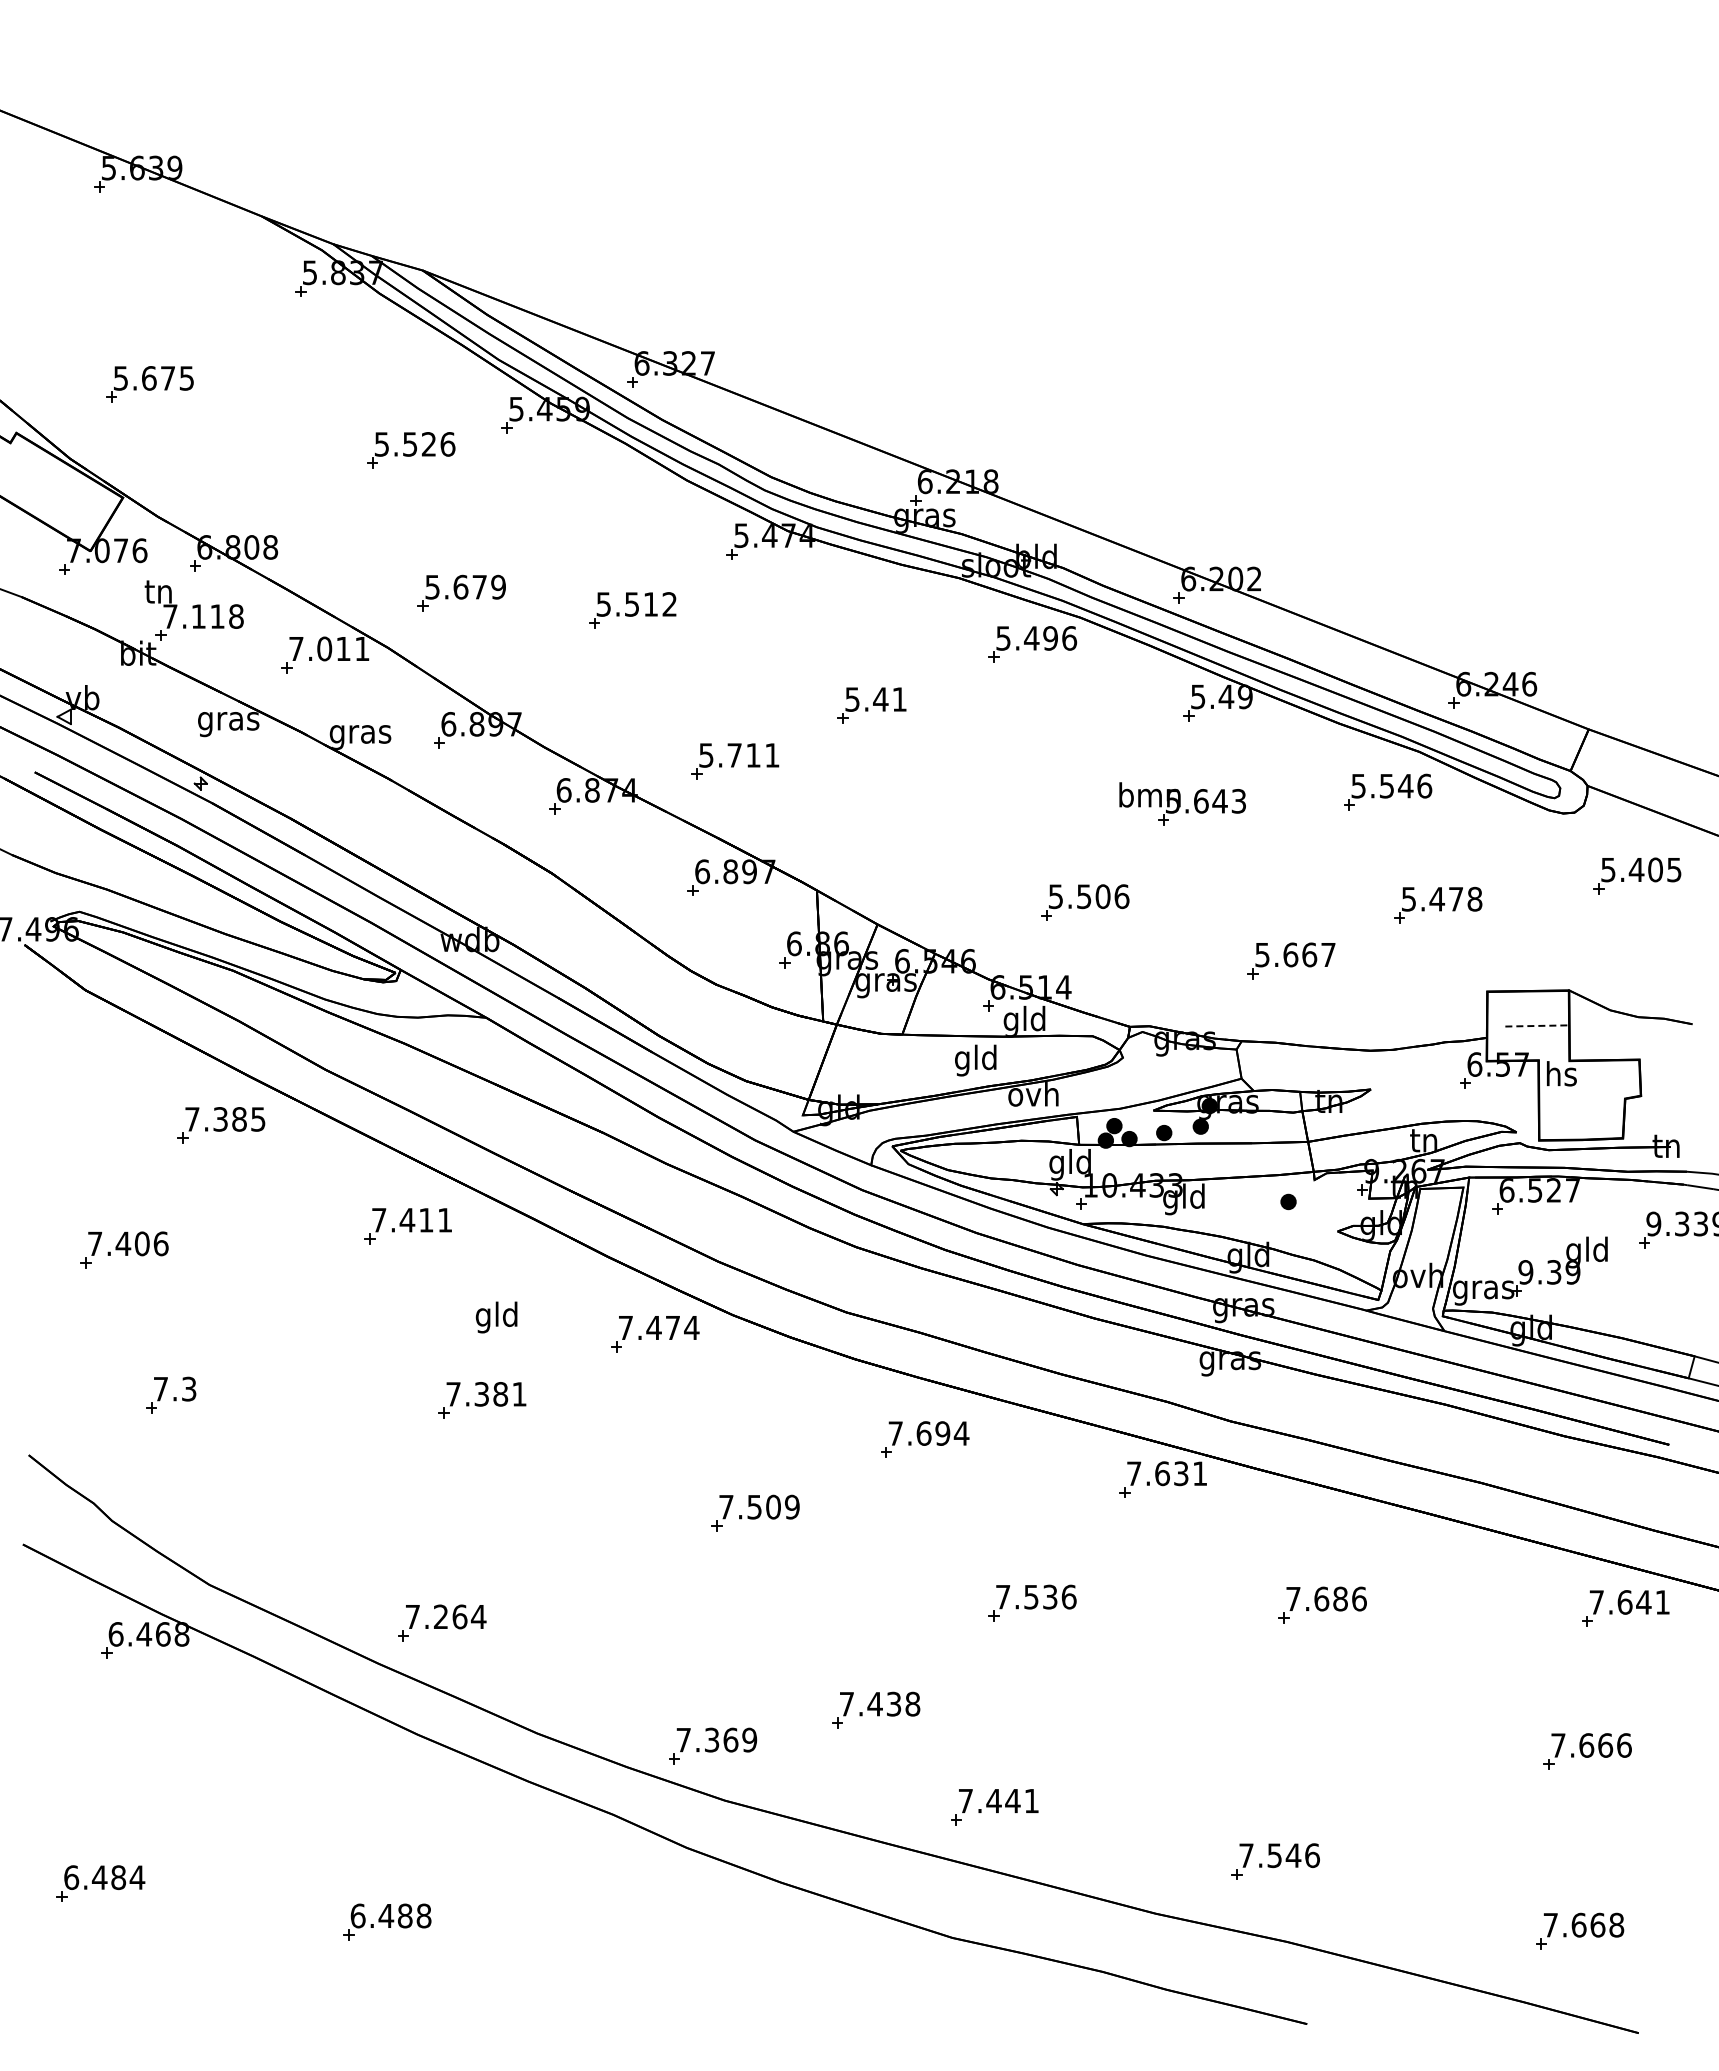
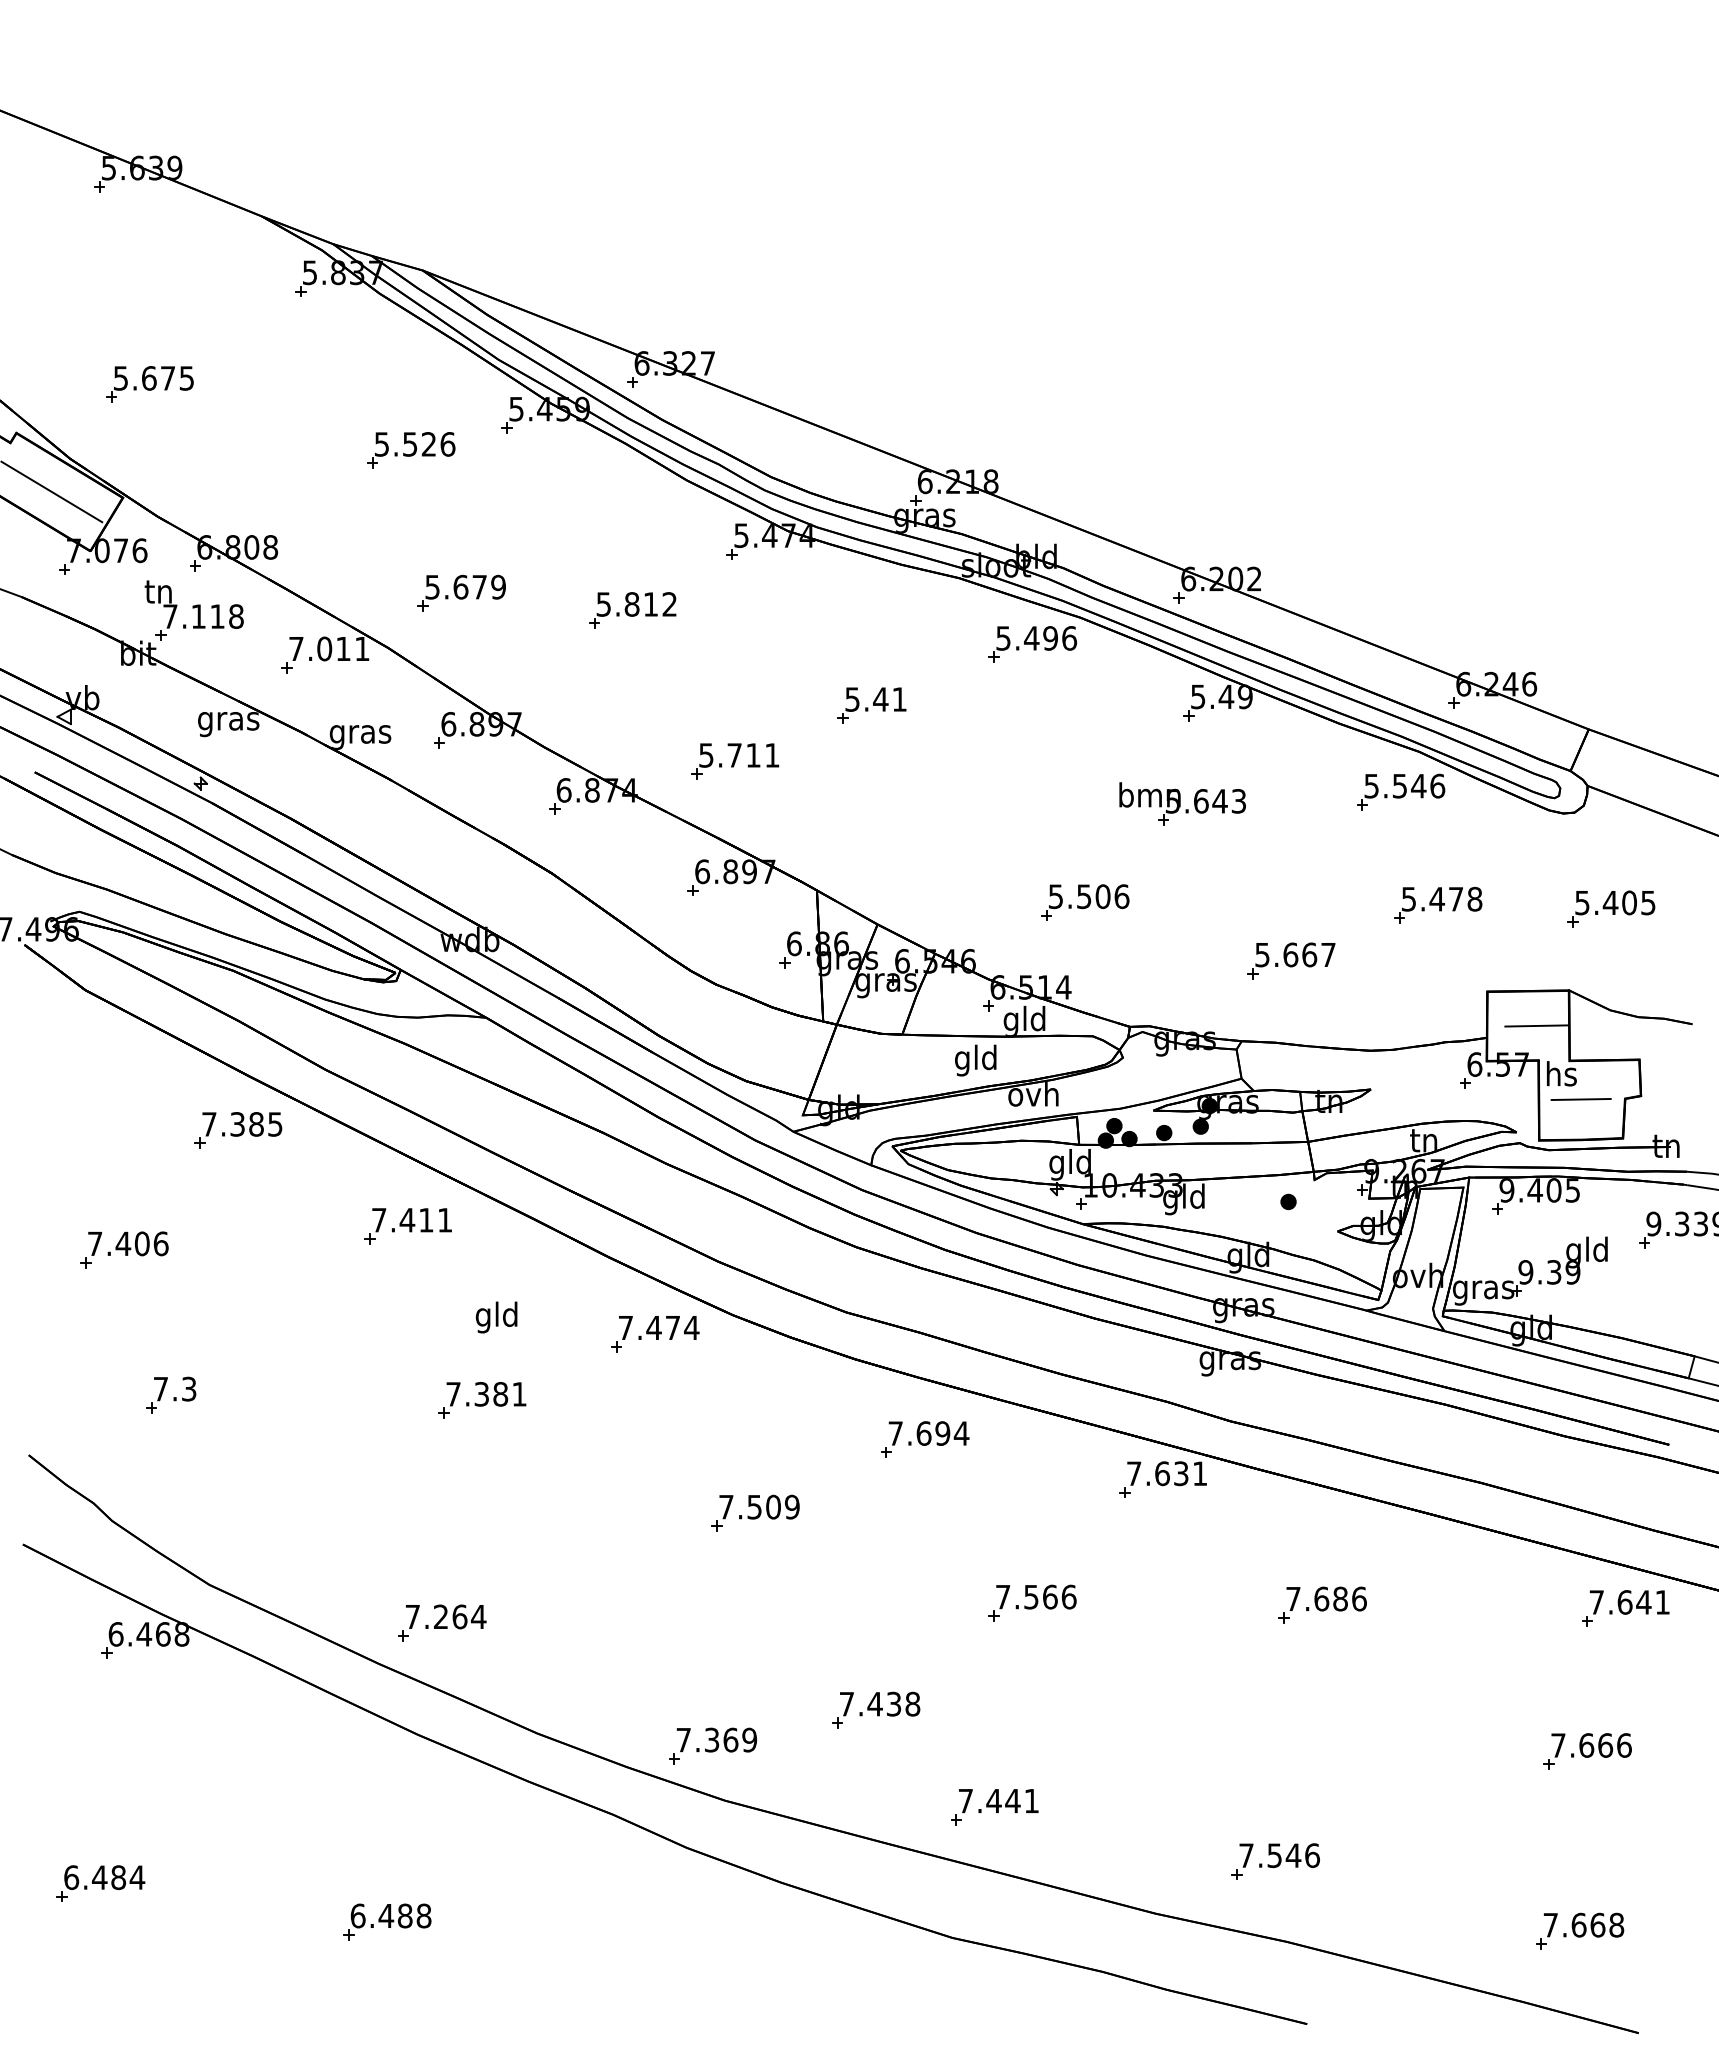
line at (52, 492): none -> present
text at (631, 604): 5.512 -> 5.812
part at (1388, 791) position: (1388, 791) -> (1401, 791)
part at (1637, 875) position: (1637, 875) -> (1611, 908)
line at (1537, 1025): dashed -> solid
line at (1580, 1099): none -> present
part at (221, 1125) position: (221, 1125) -> (238, 1130)
text at (1539, 1190): 6.527 -> 9.405
text at (1050, 1596): 7.536 -> 7.566
